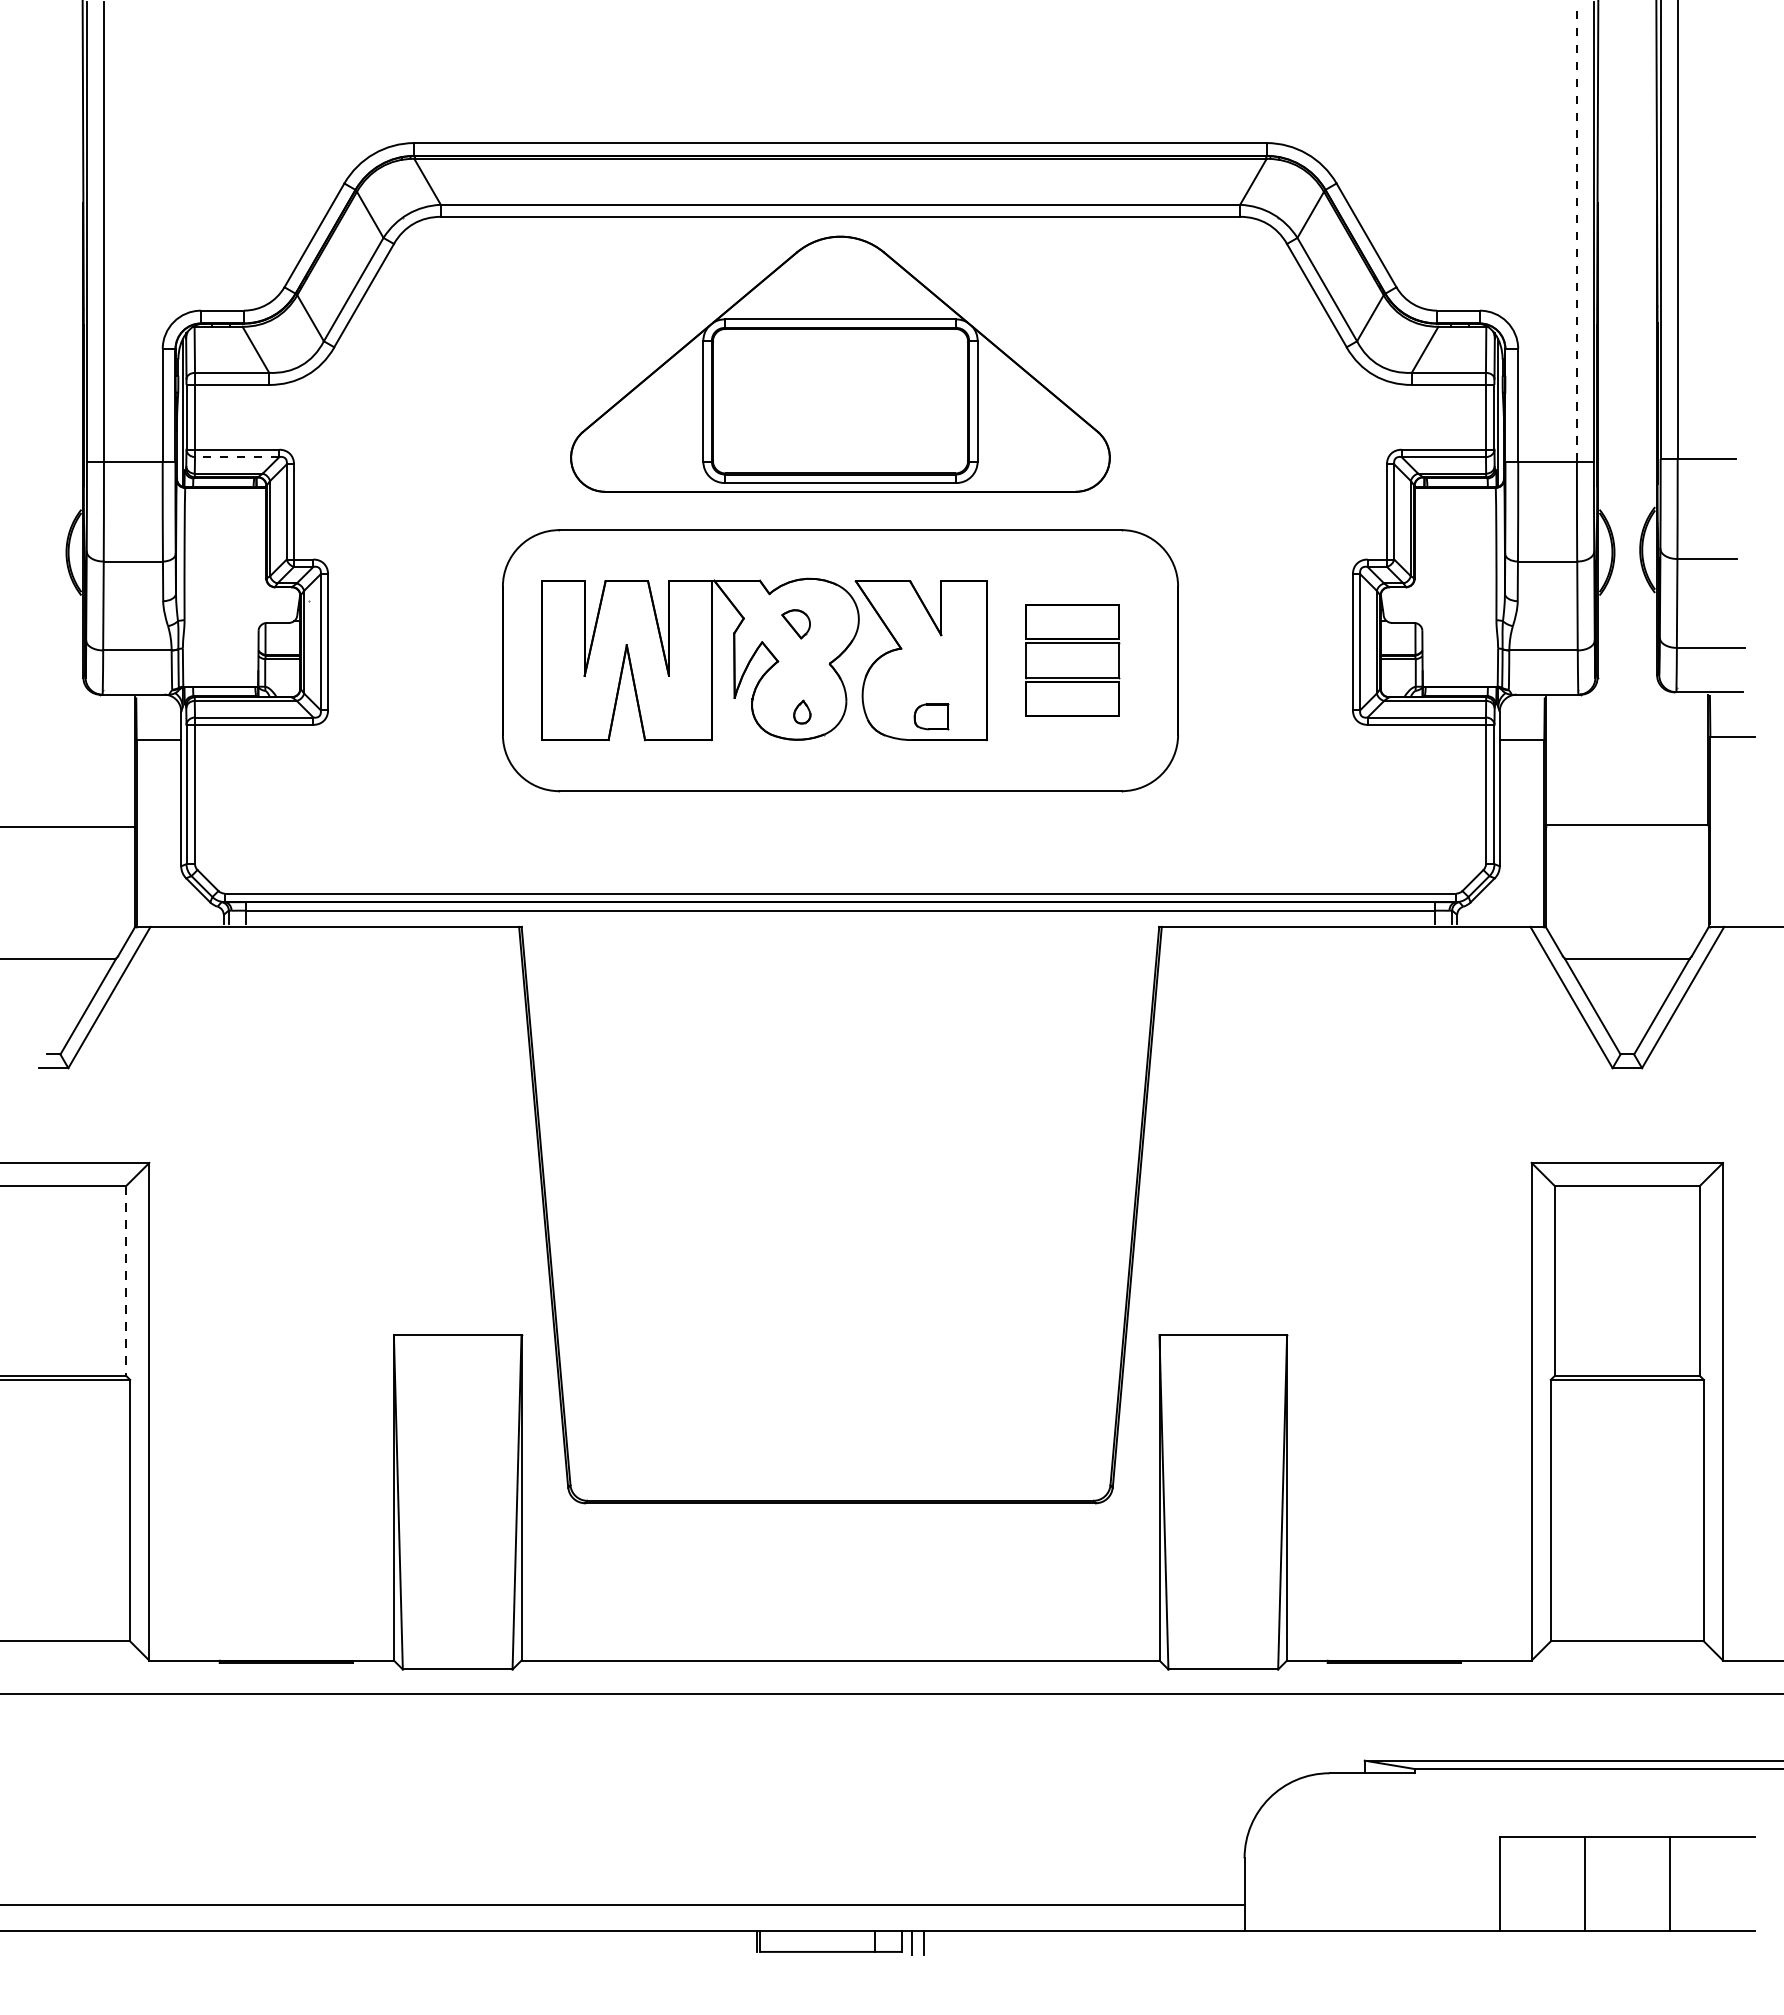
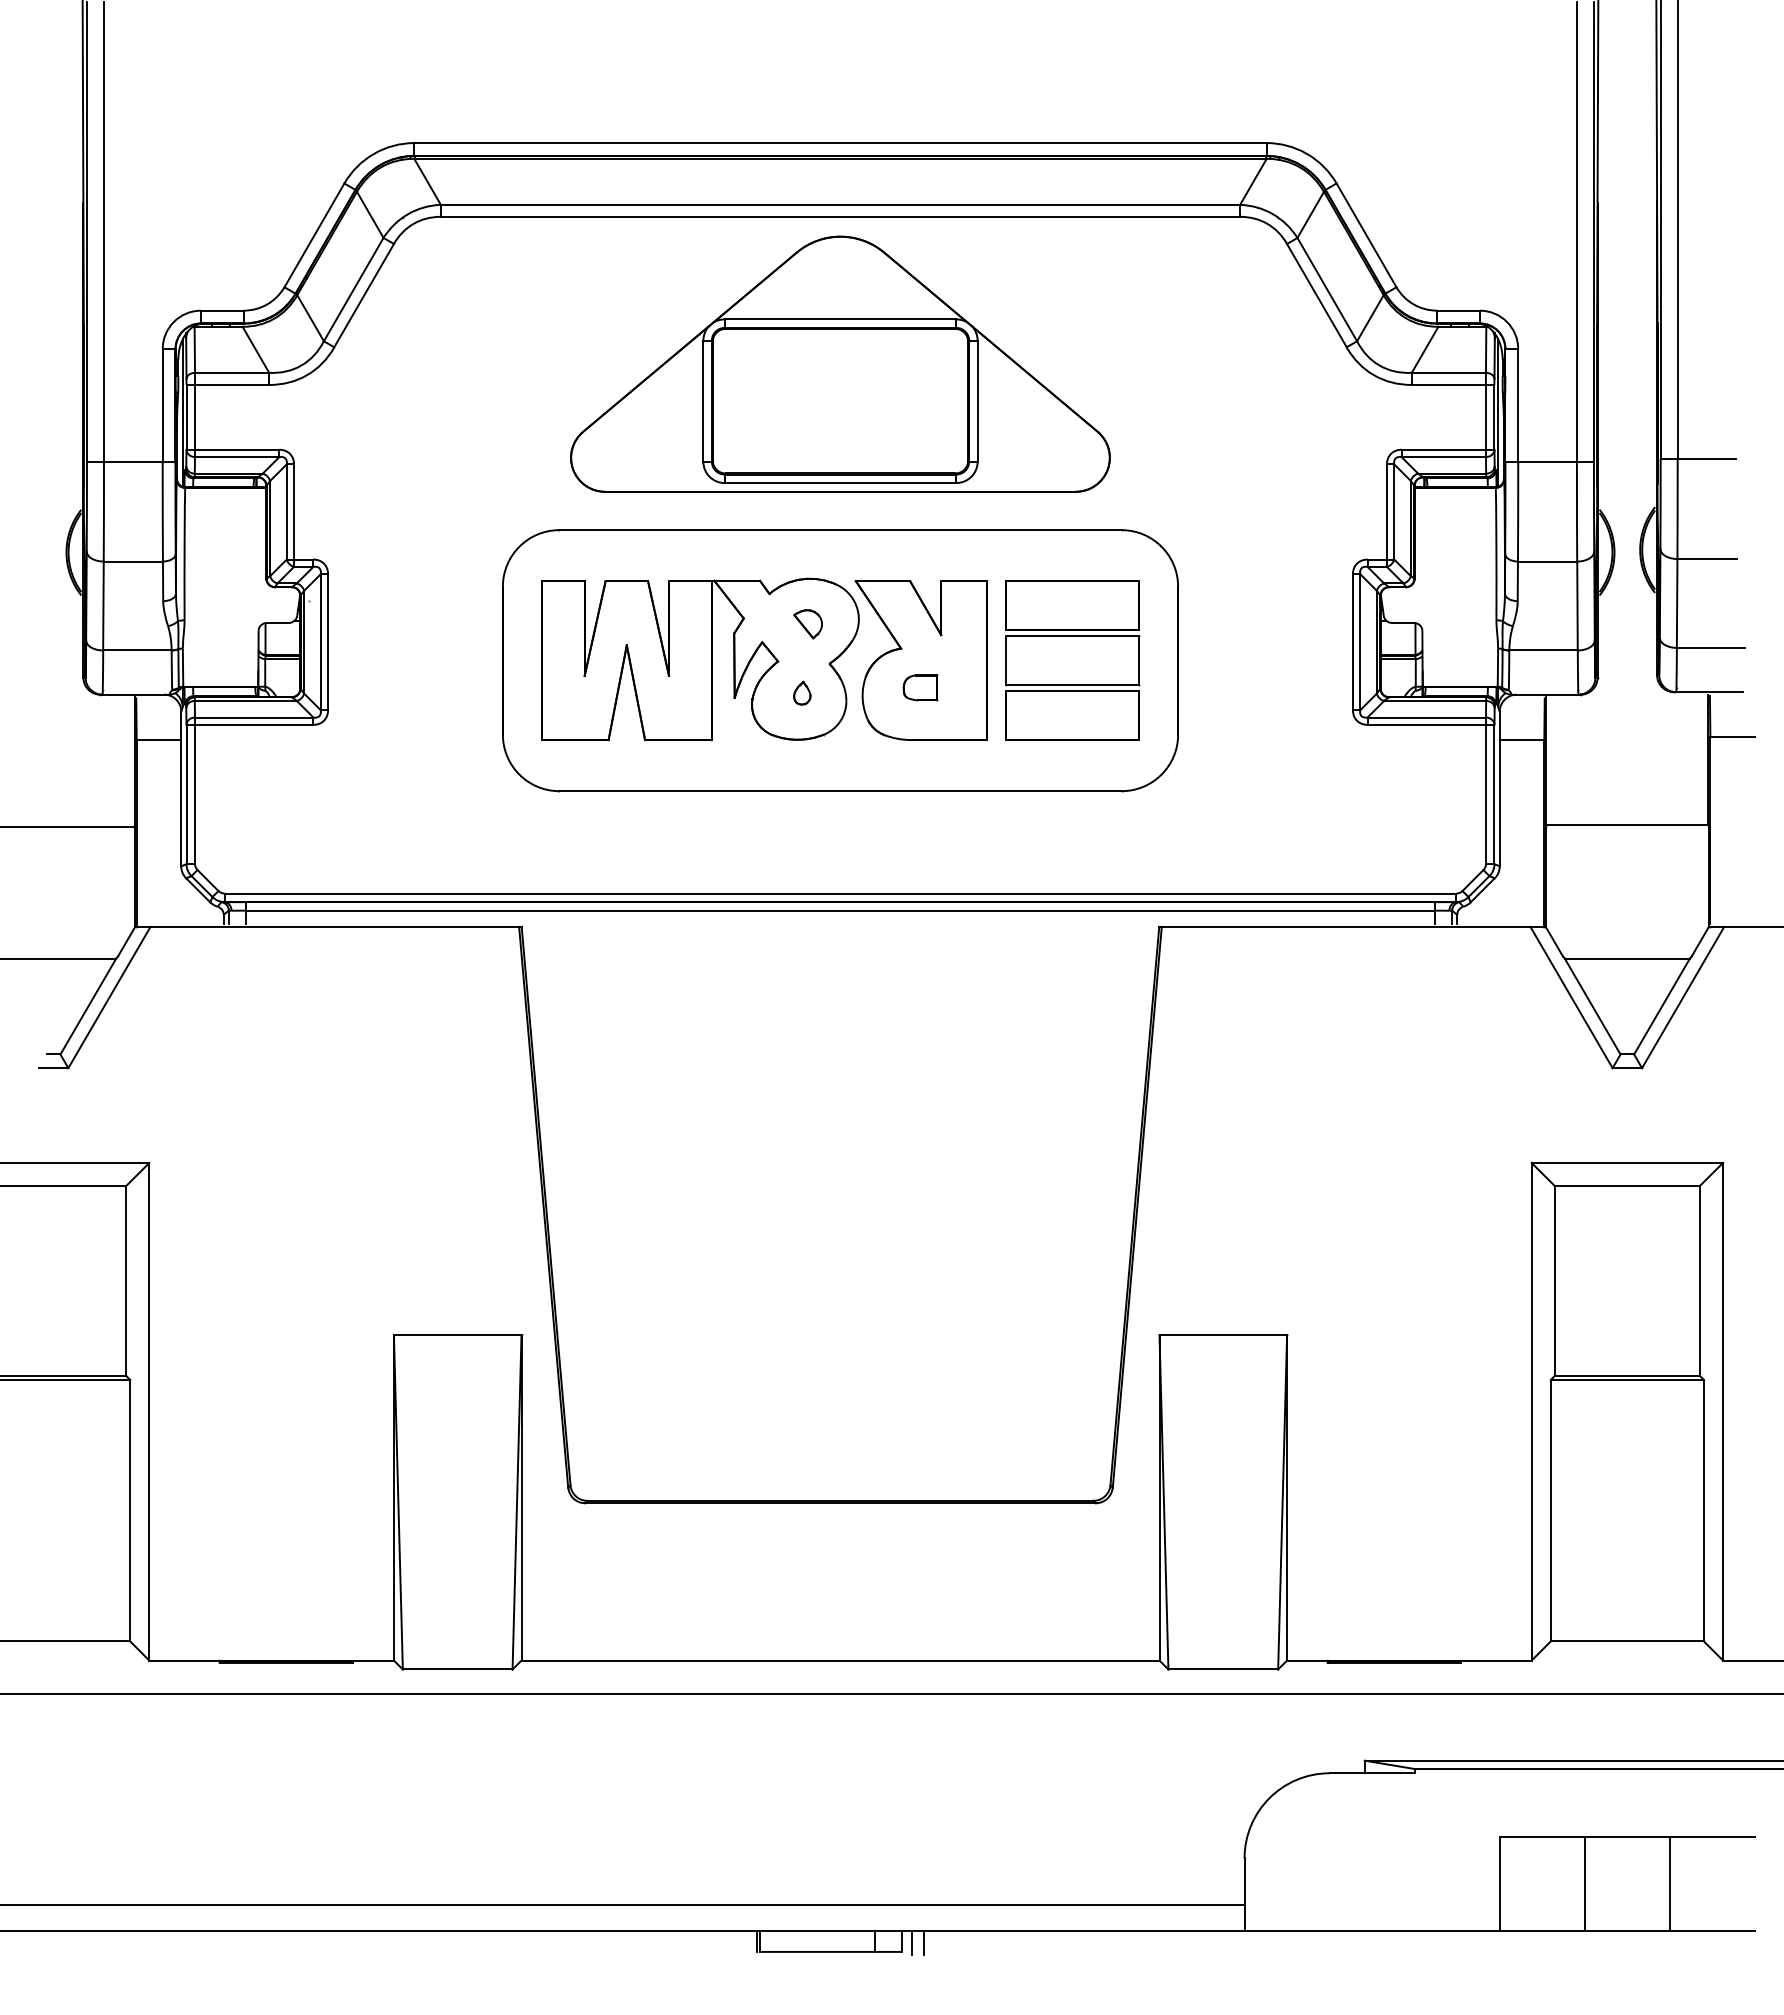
line at (1576, 232): dashed -> solid
line at (236, 457): dashed -> solid
part at (795, 624) position: (795, 624) -> (807, 624)
part at (1072, 660) size: 96x113 px -> 136x161 px
part at (802, 711) position: (802, 711) -> (802, 692)
part at (931, 716) position: (931, 716) -> (920, 687)
line at (125, 1280): dashed -> solid
